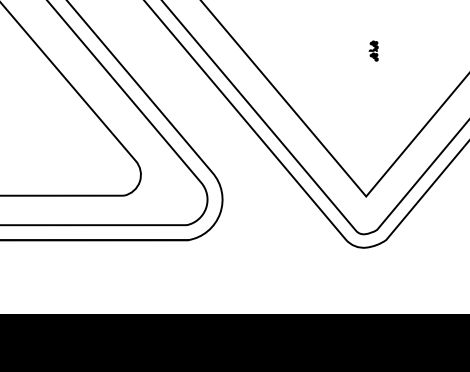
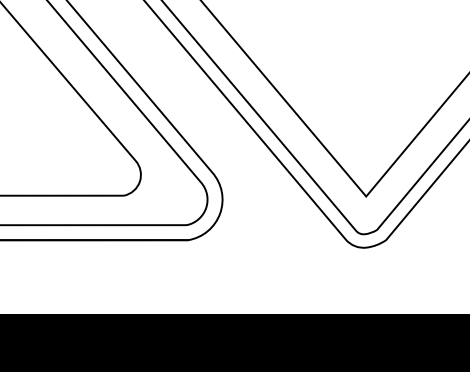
part at (373, 50): present -> none
